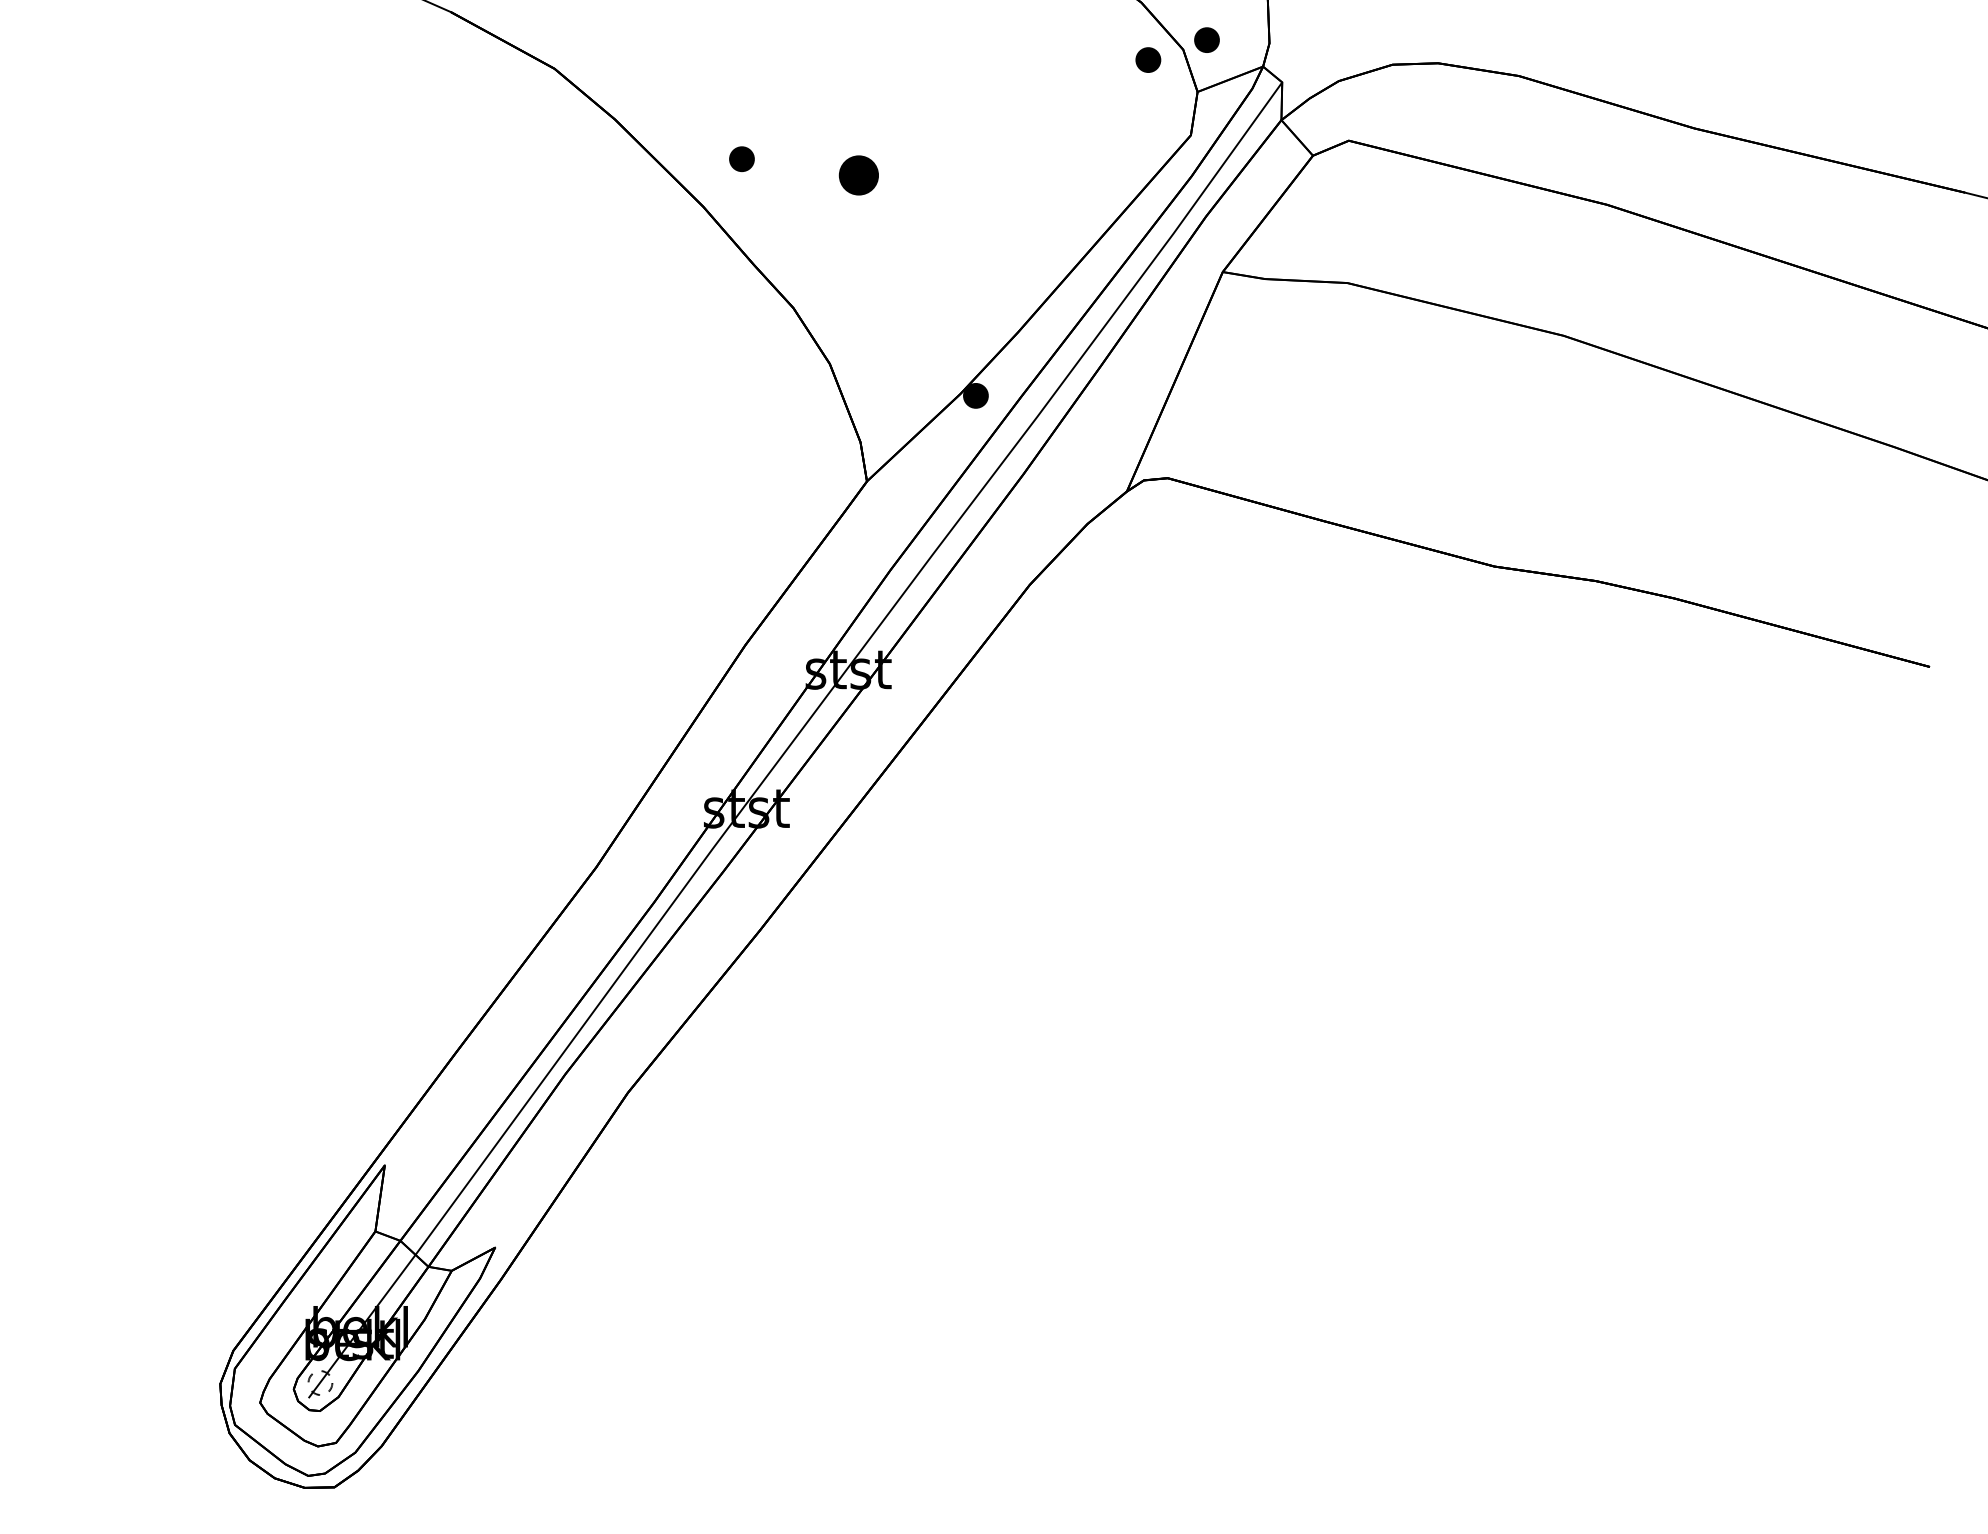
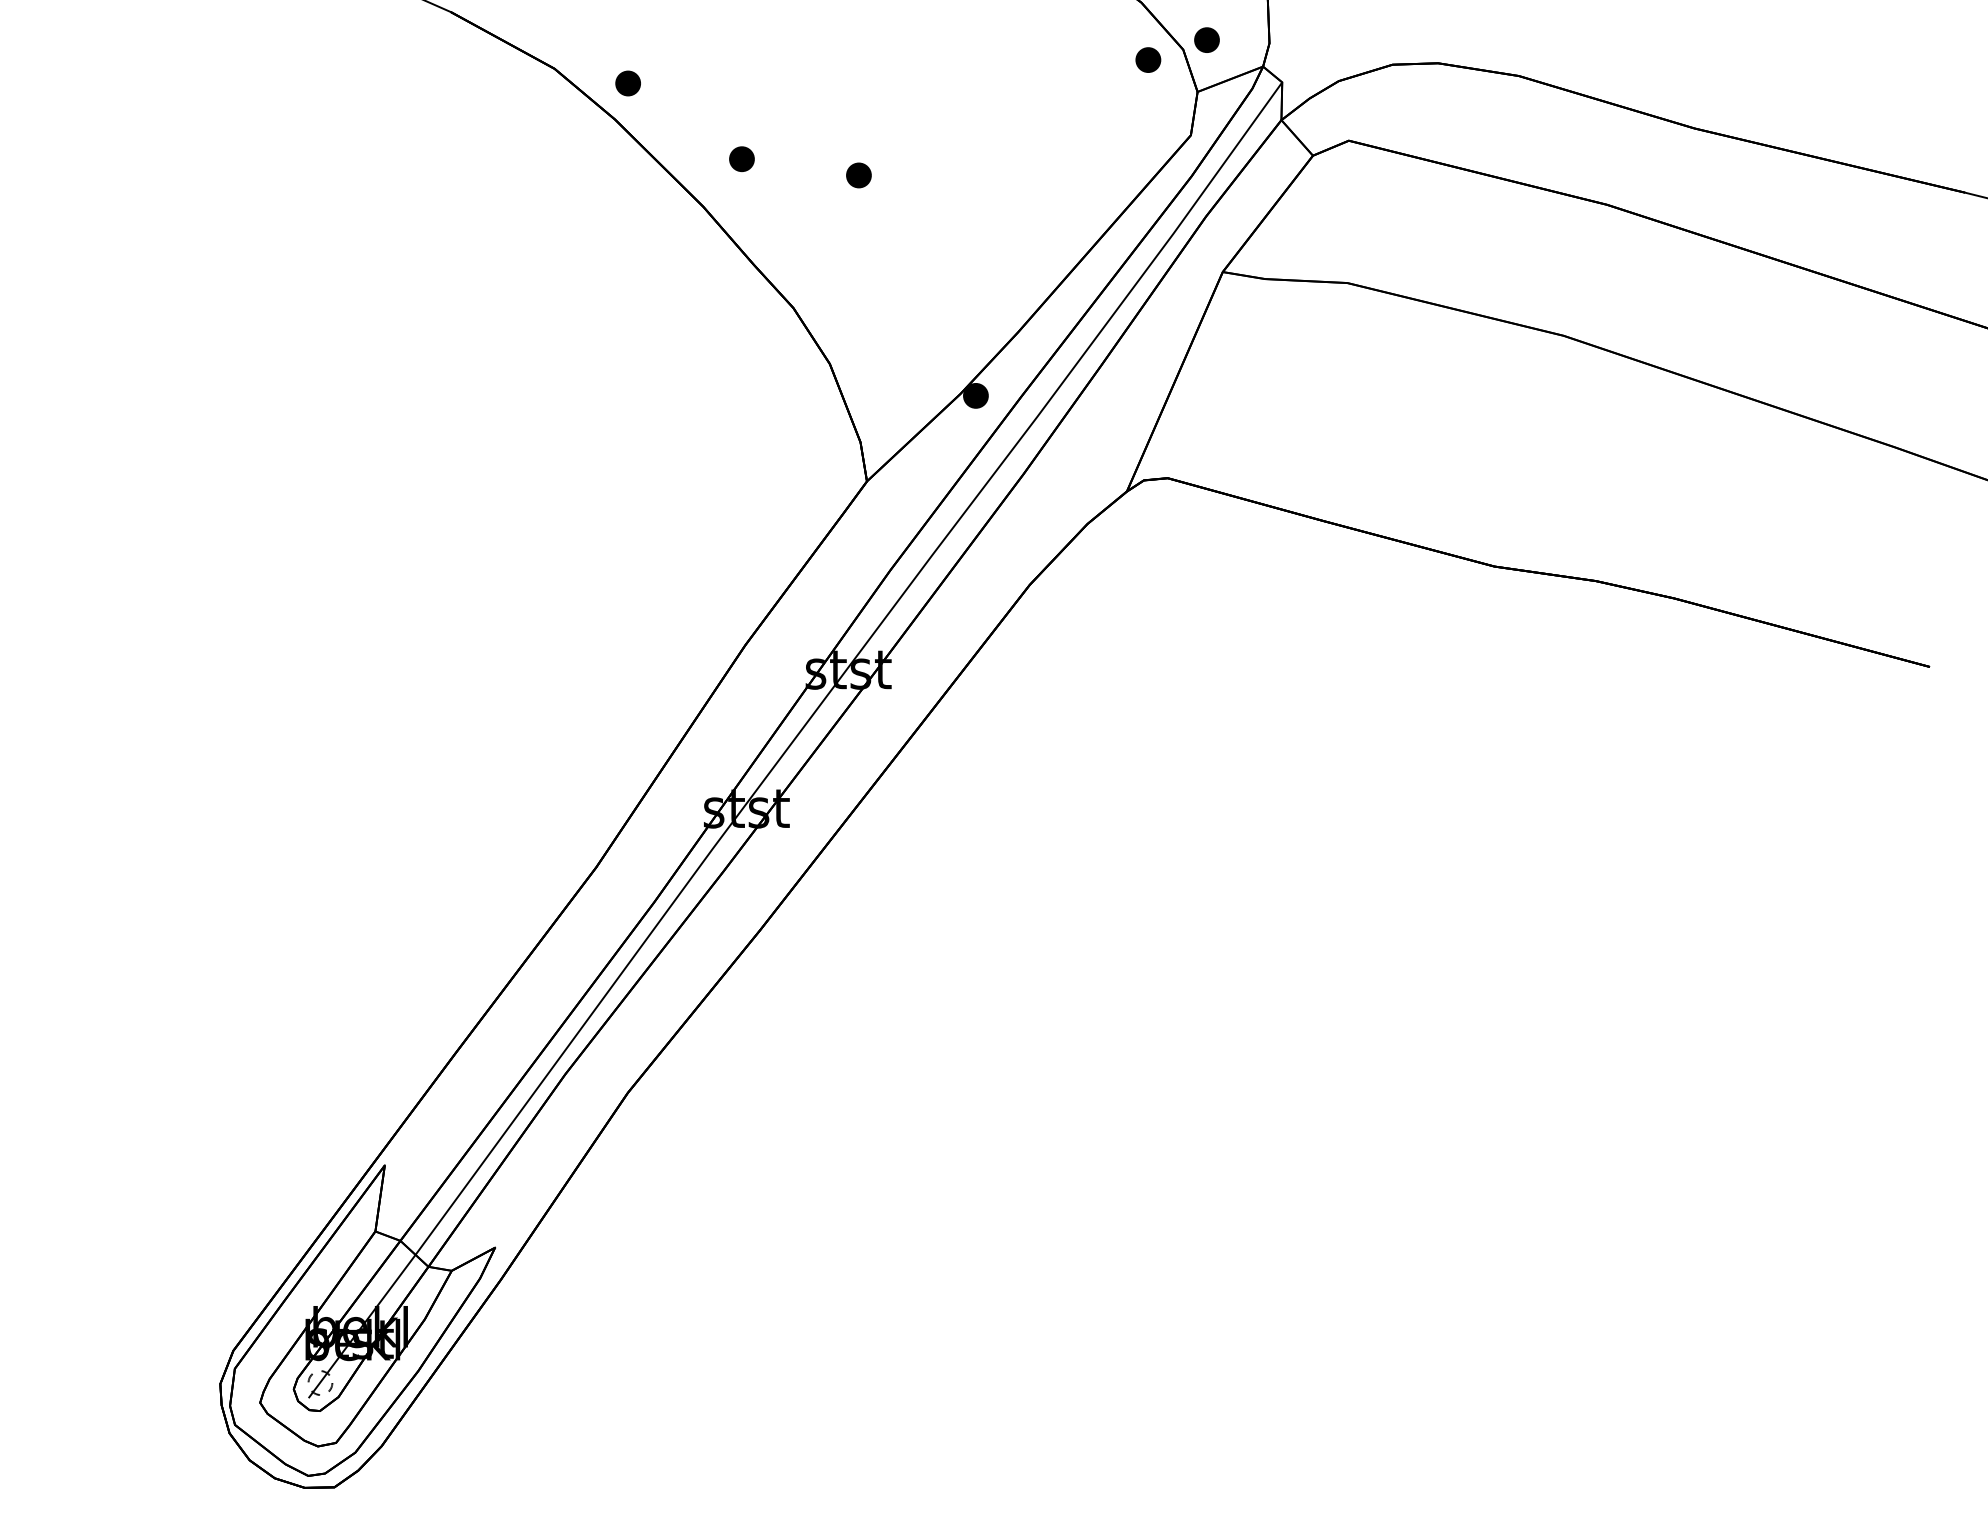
part at (627, 83): none -> present
part at (858, 175) size: 41x41 px -> 26x27 px
